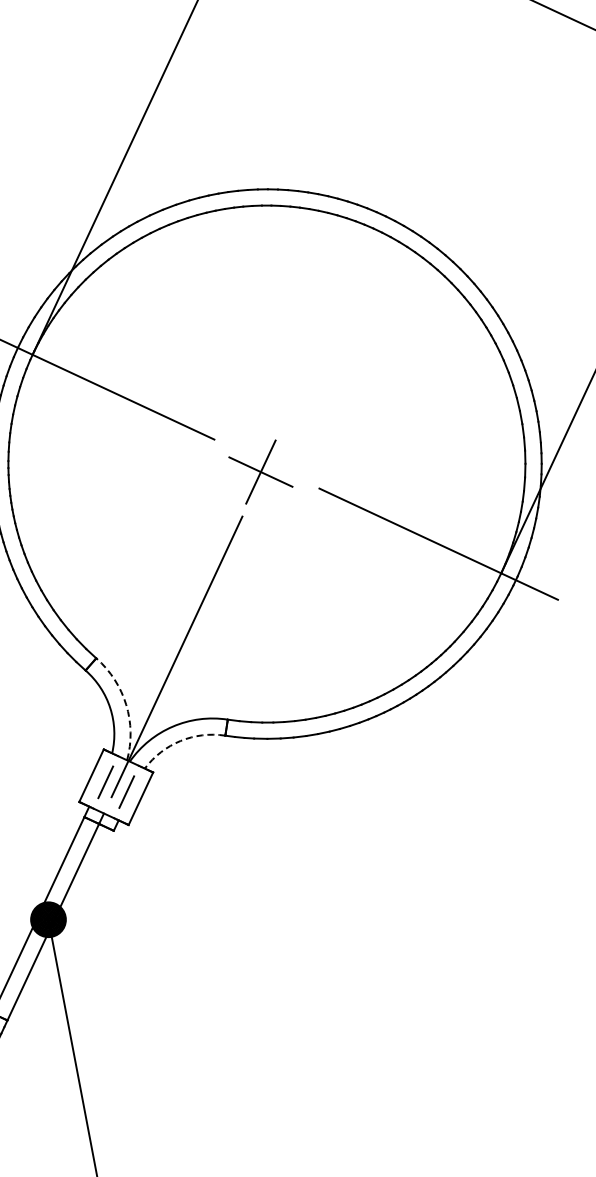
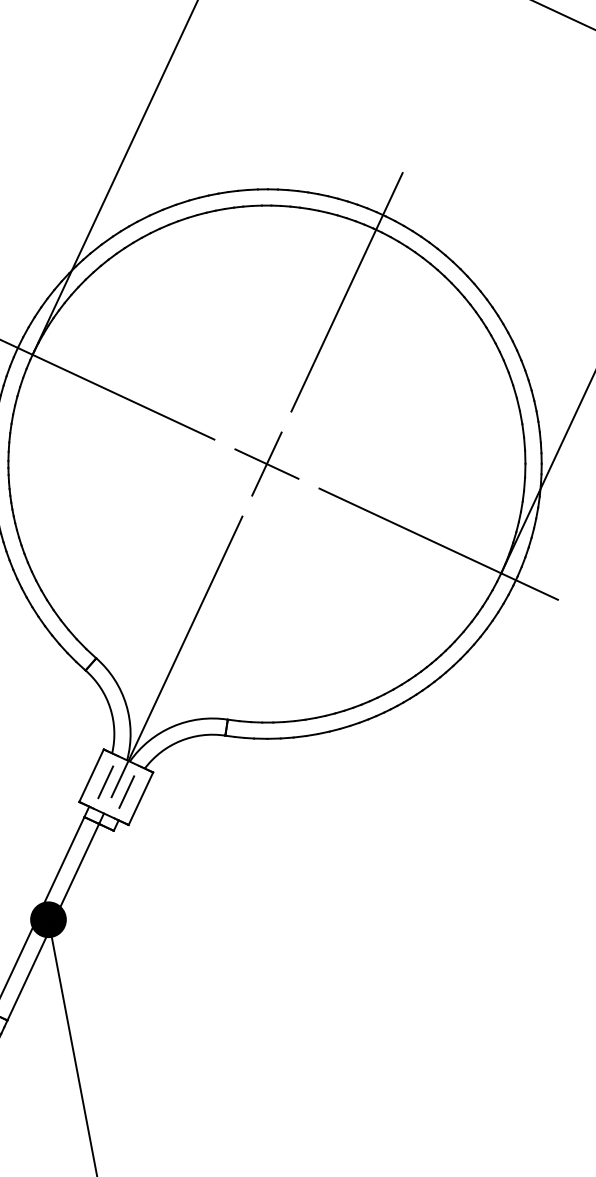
line at (346, 292): none -> present
part at (260, 471) position: (260, 471) -> (266, 463)
arc at (126, 704): dashed -> solid
arc at (180, 741): dashed -> solid
